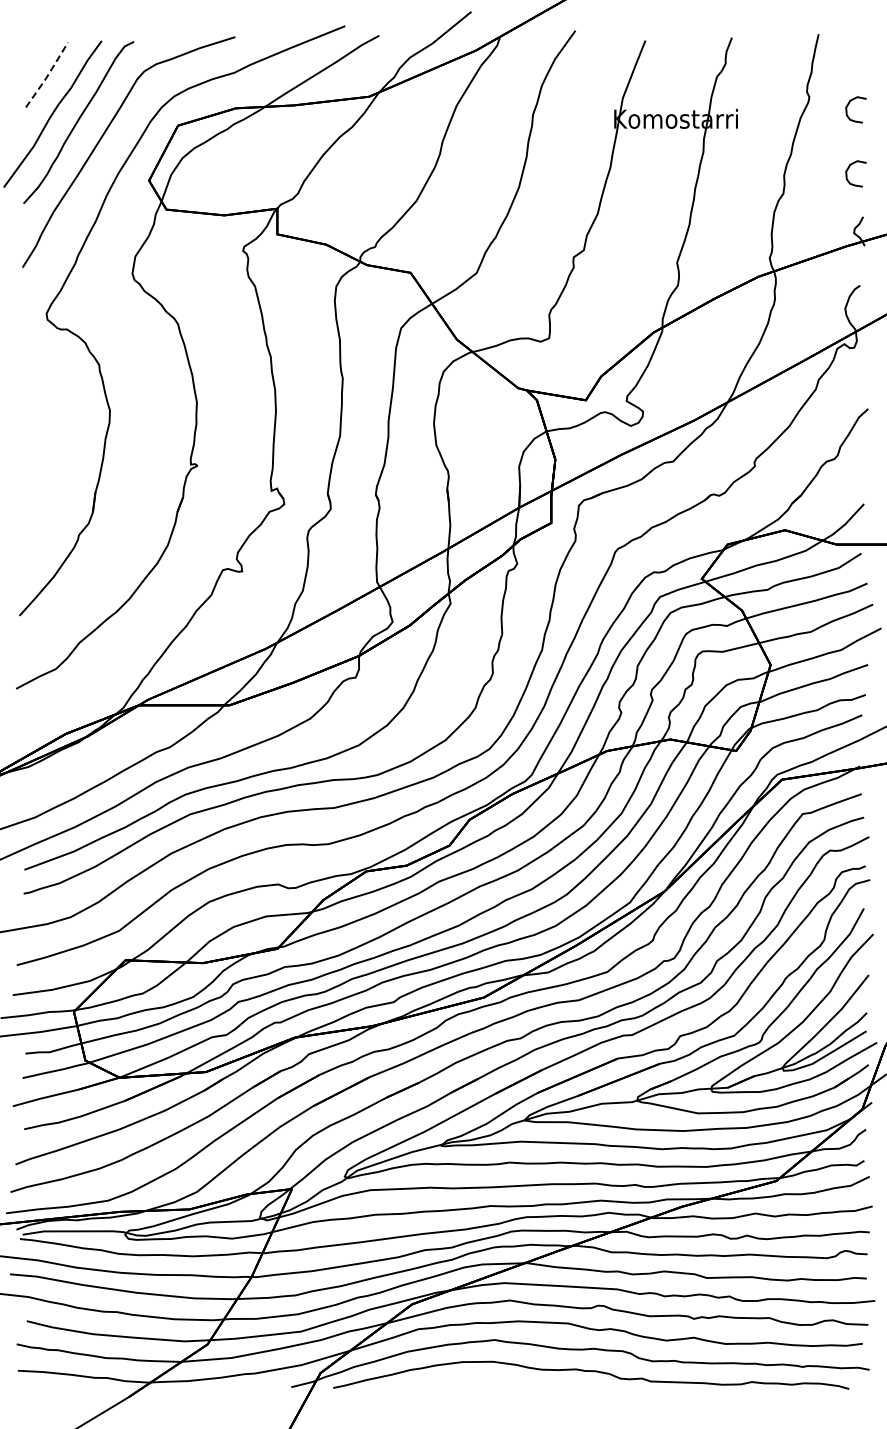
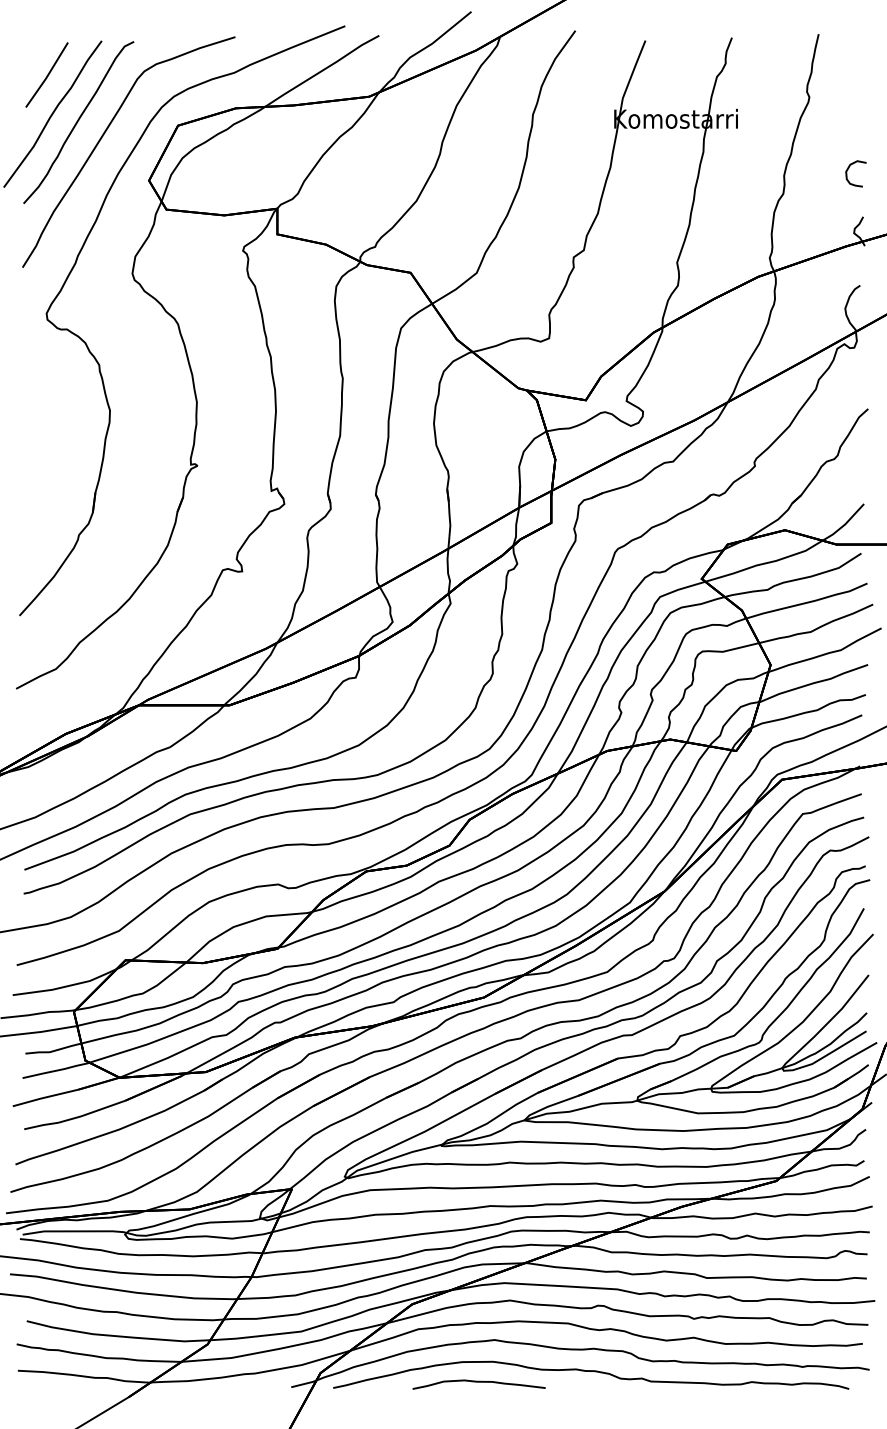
line at (47, 76): dashed -> solid
curve at (849, 104): present -> none
curve at (478, 1382): none -> present
